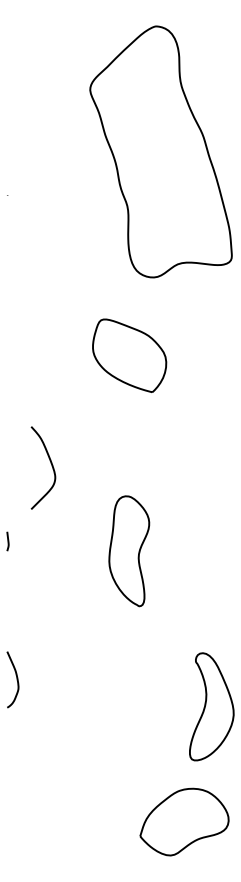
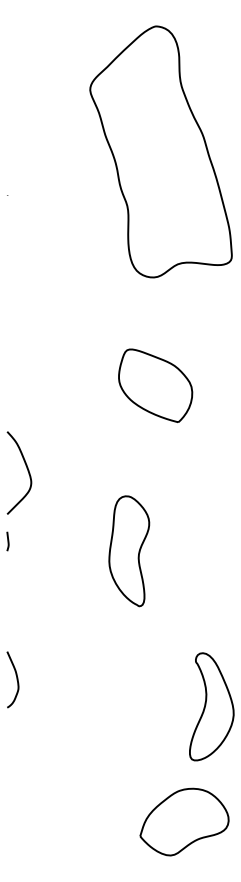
part at (129, 355) position: (129, 355) -> (155, 385)
curve at (50, 463) position: (50, 463) -> (26, 468)
